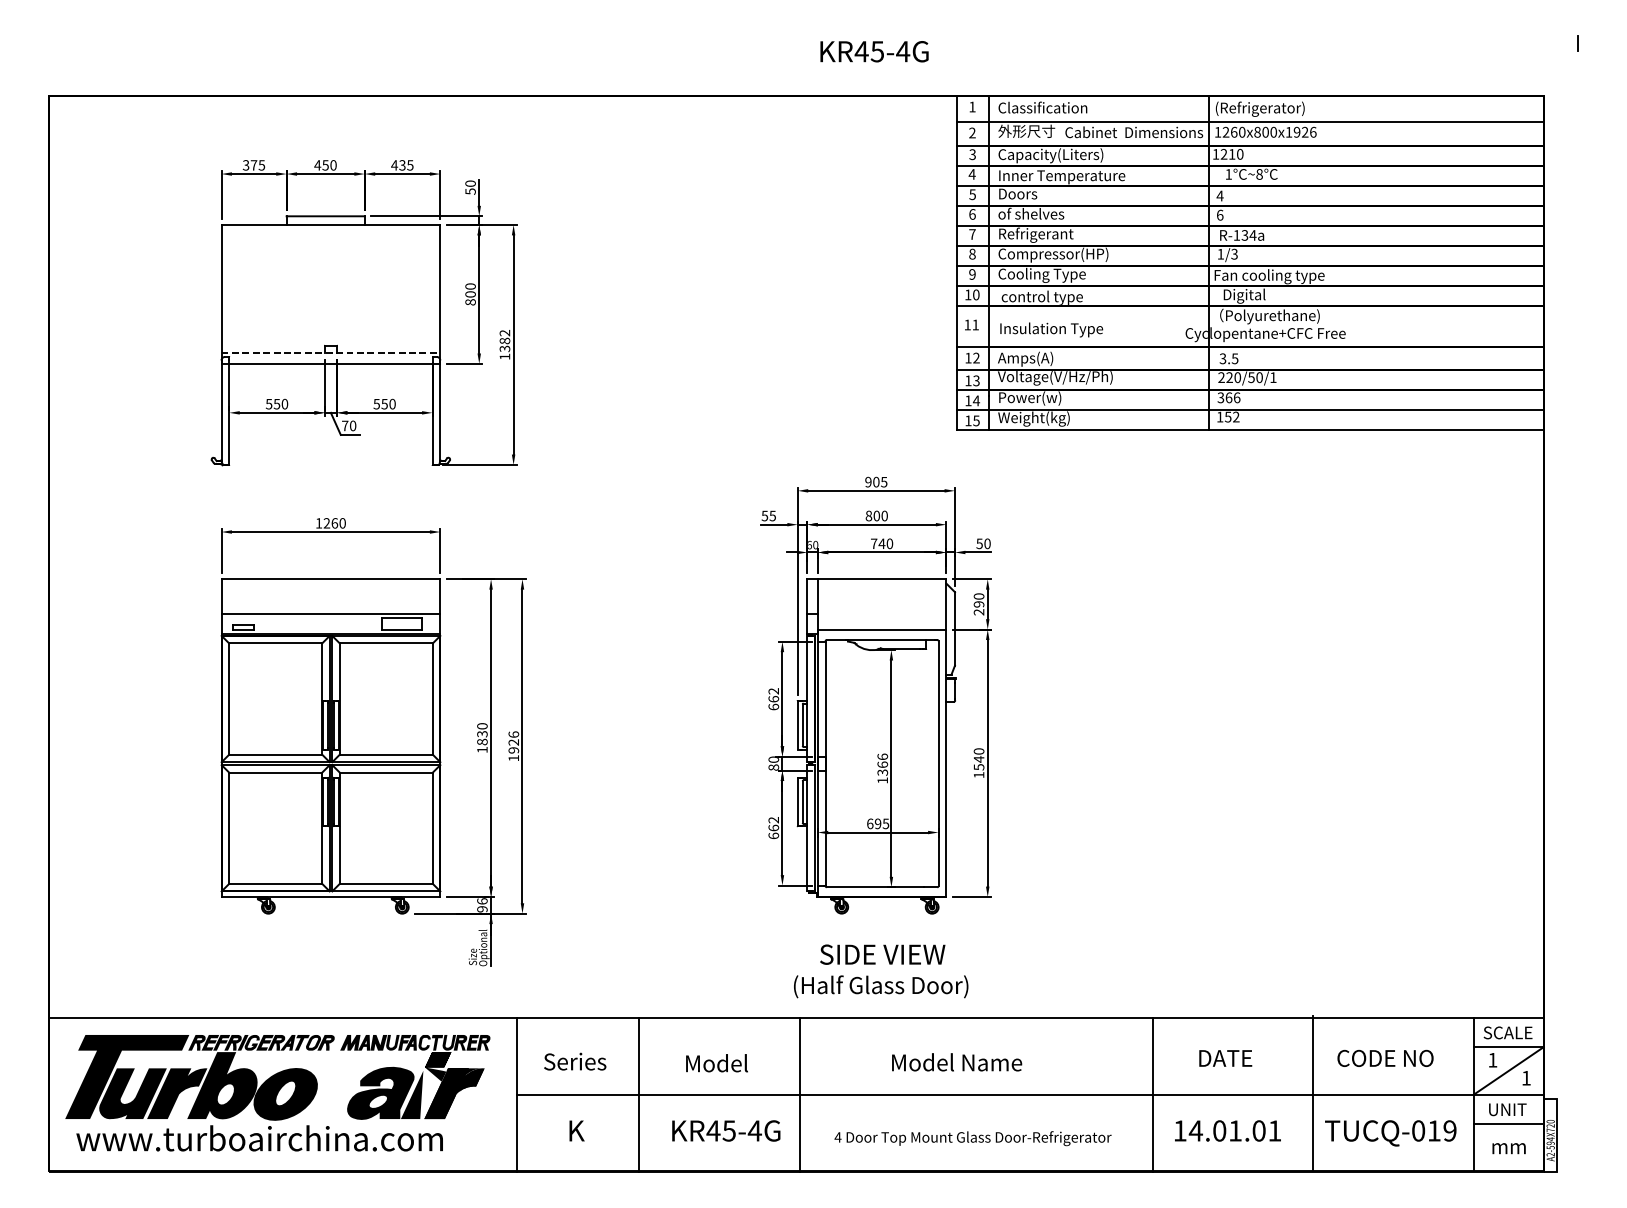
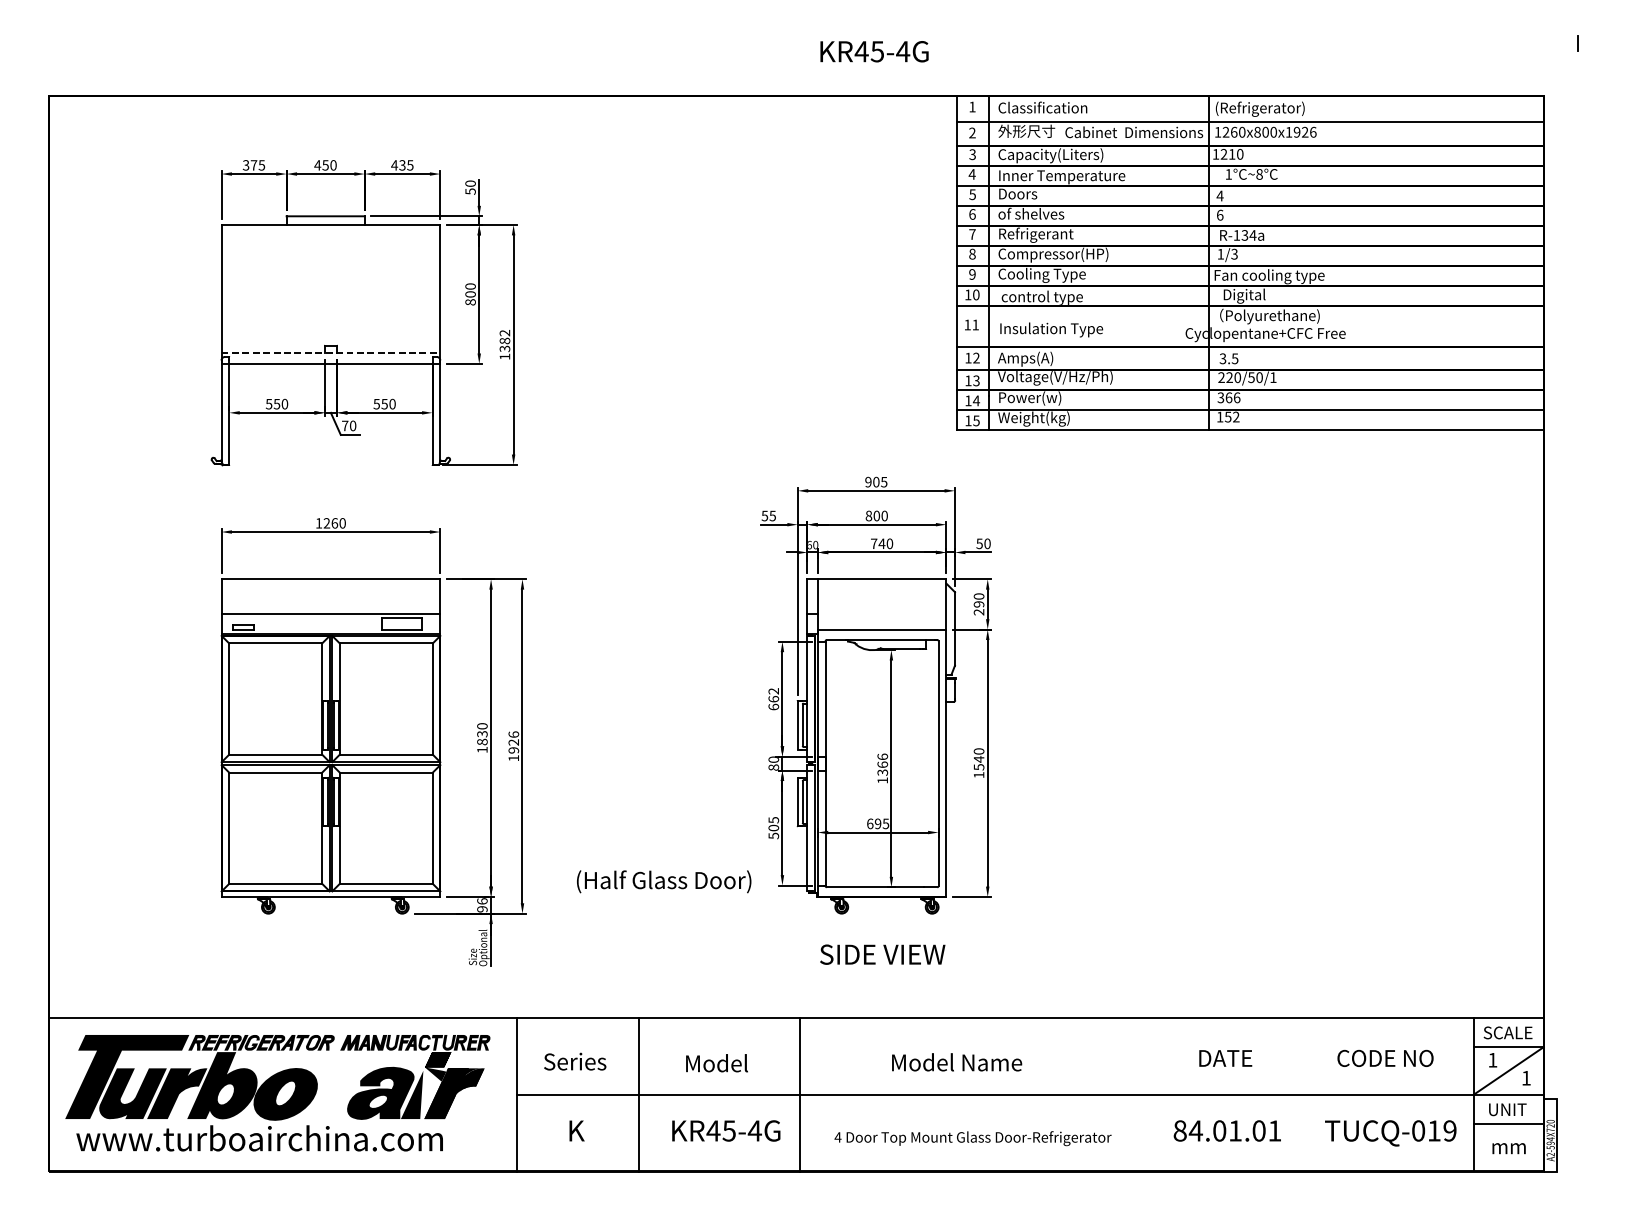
text at (773, 828): 662 -> 505
text at (881, 986) position: (881, 986) -> (664, 881)
line at (1312, 1092): present -> none
line at (1153, 1094): present -> none
text at (1179, 1130): 14.01.01 -> 84.01.01
